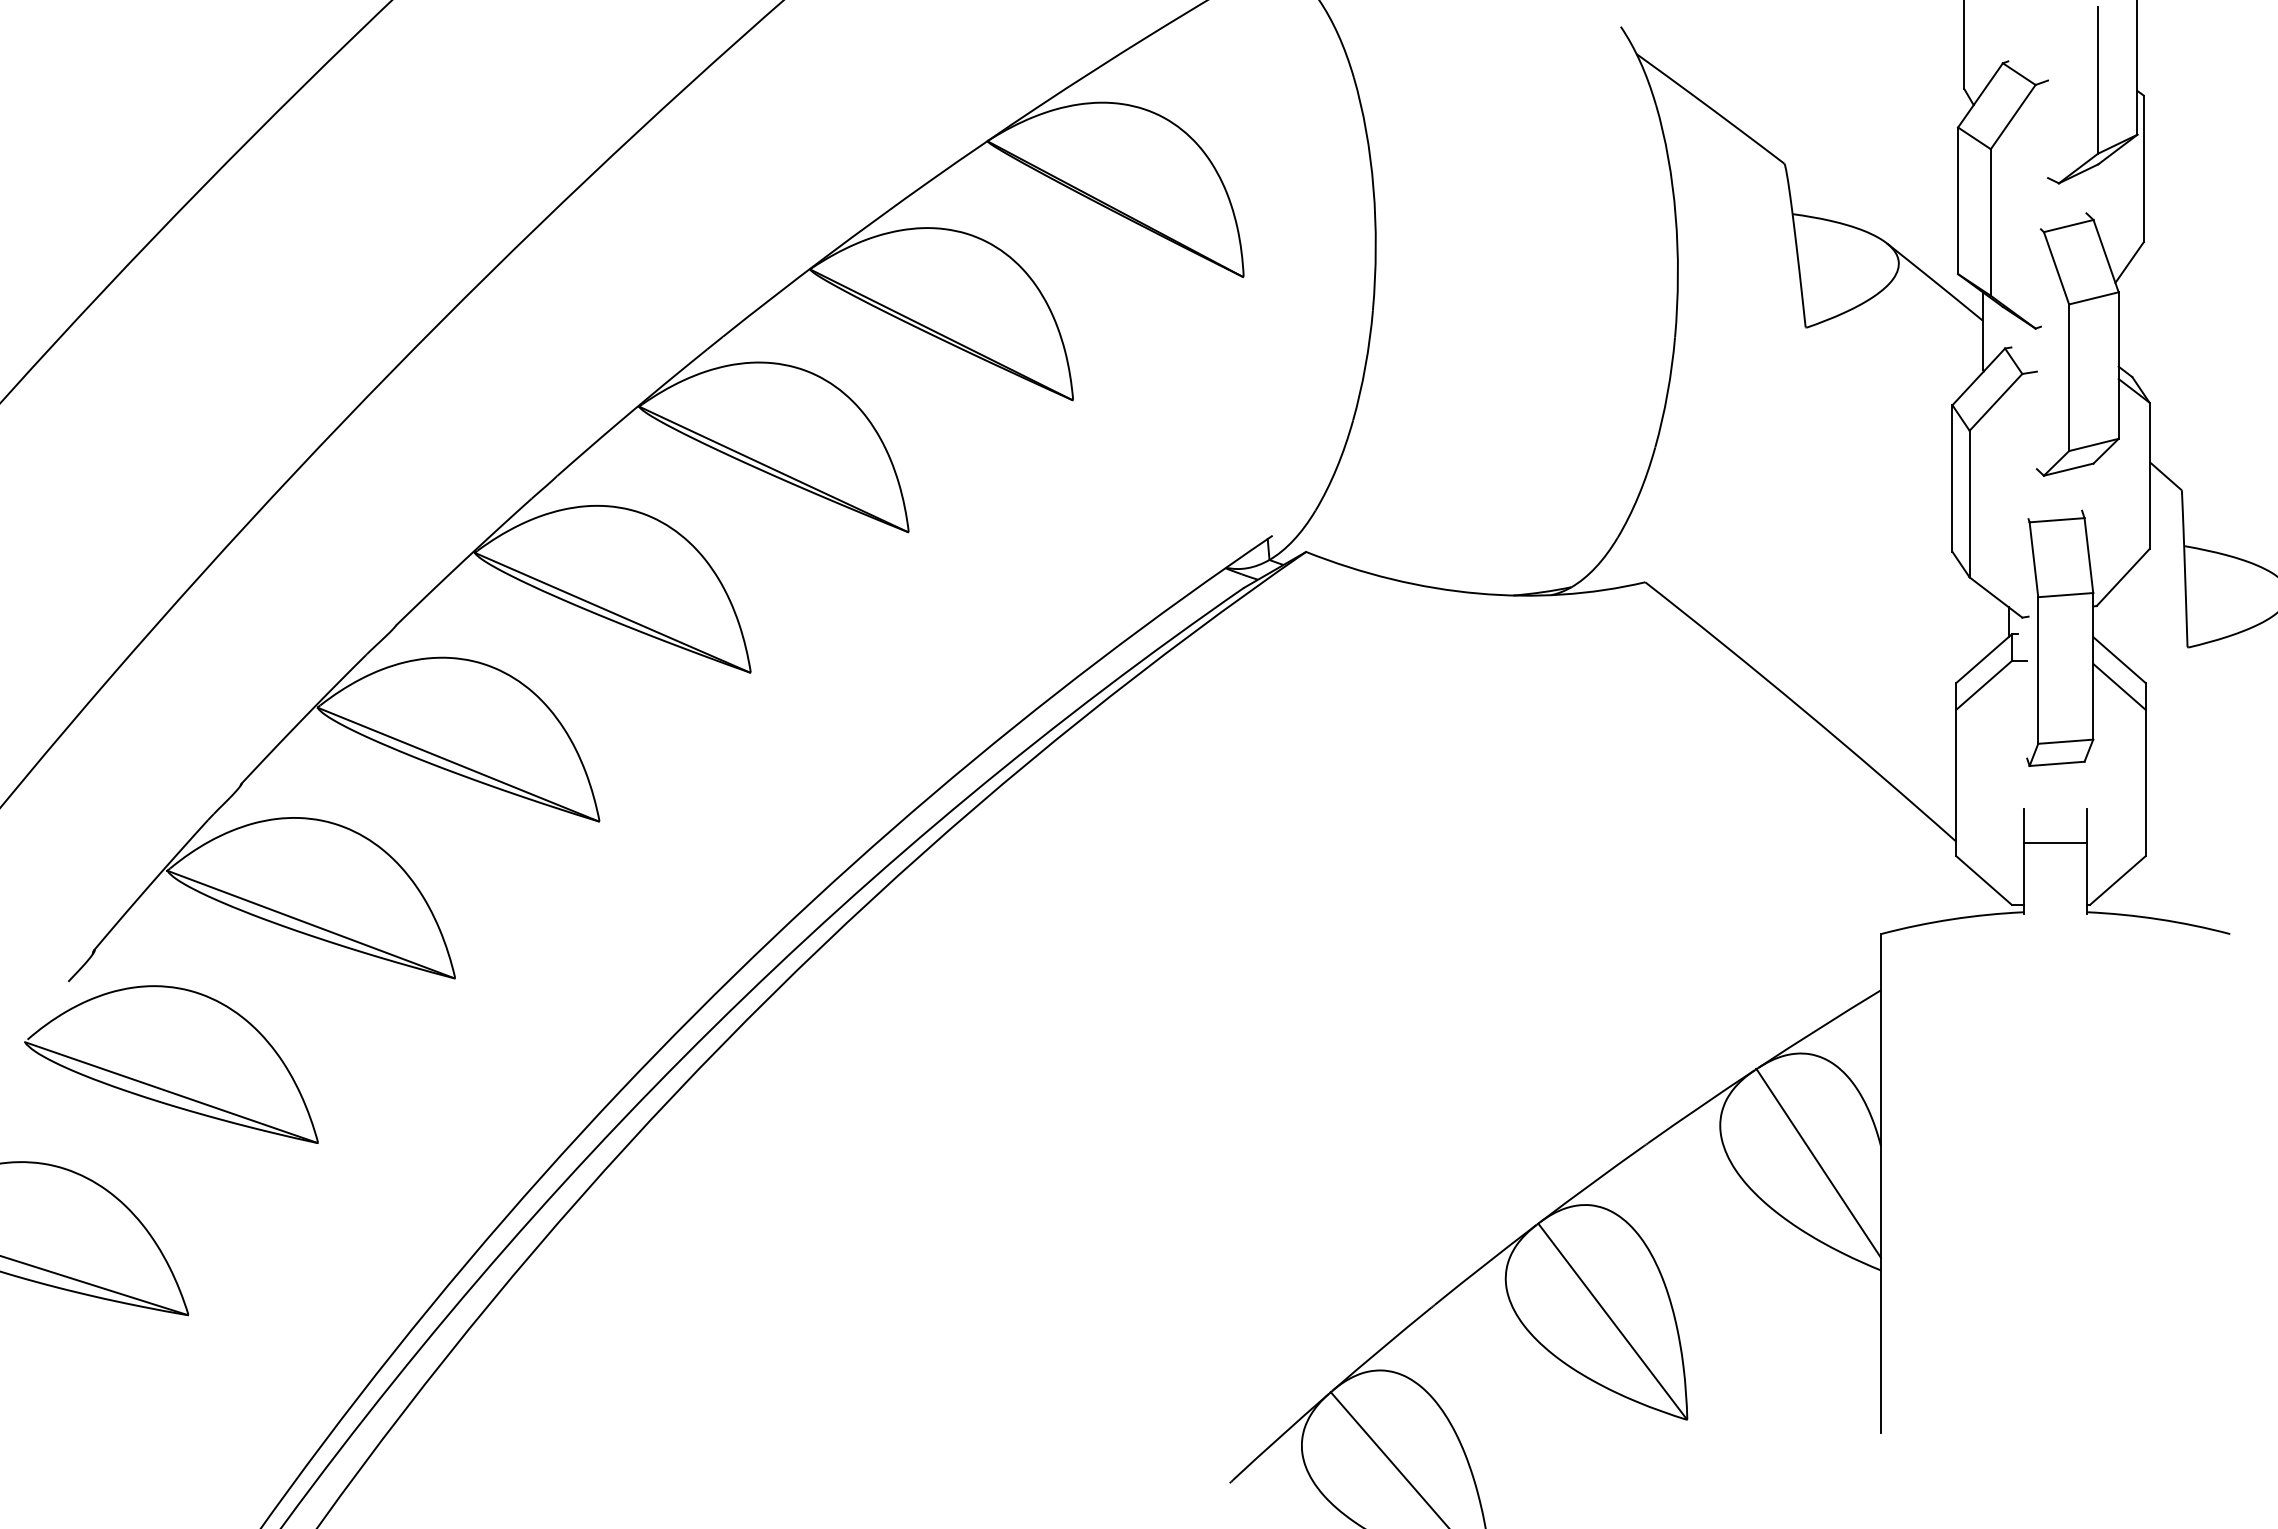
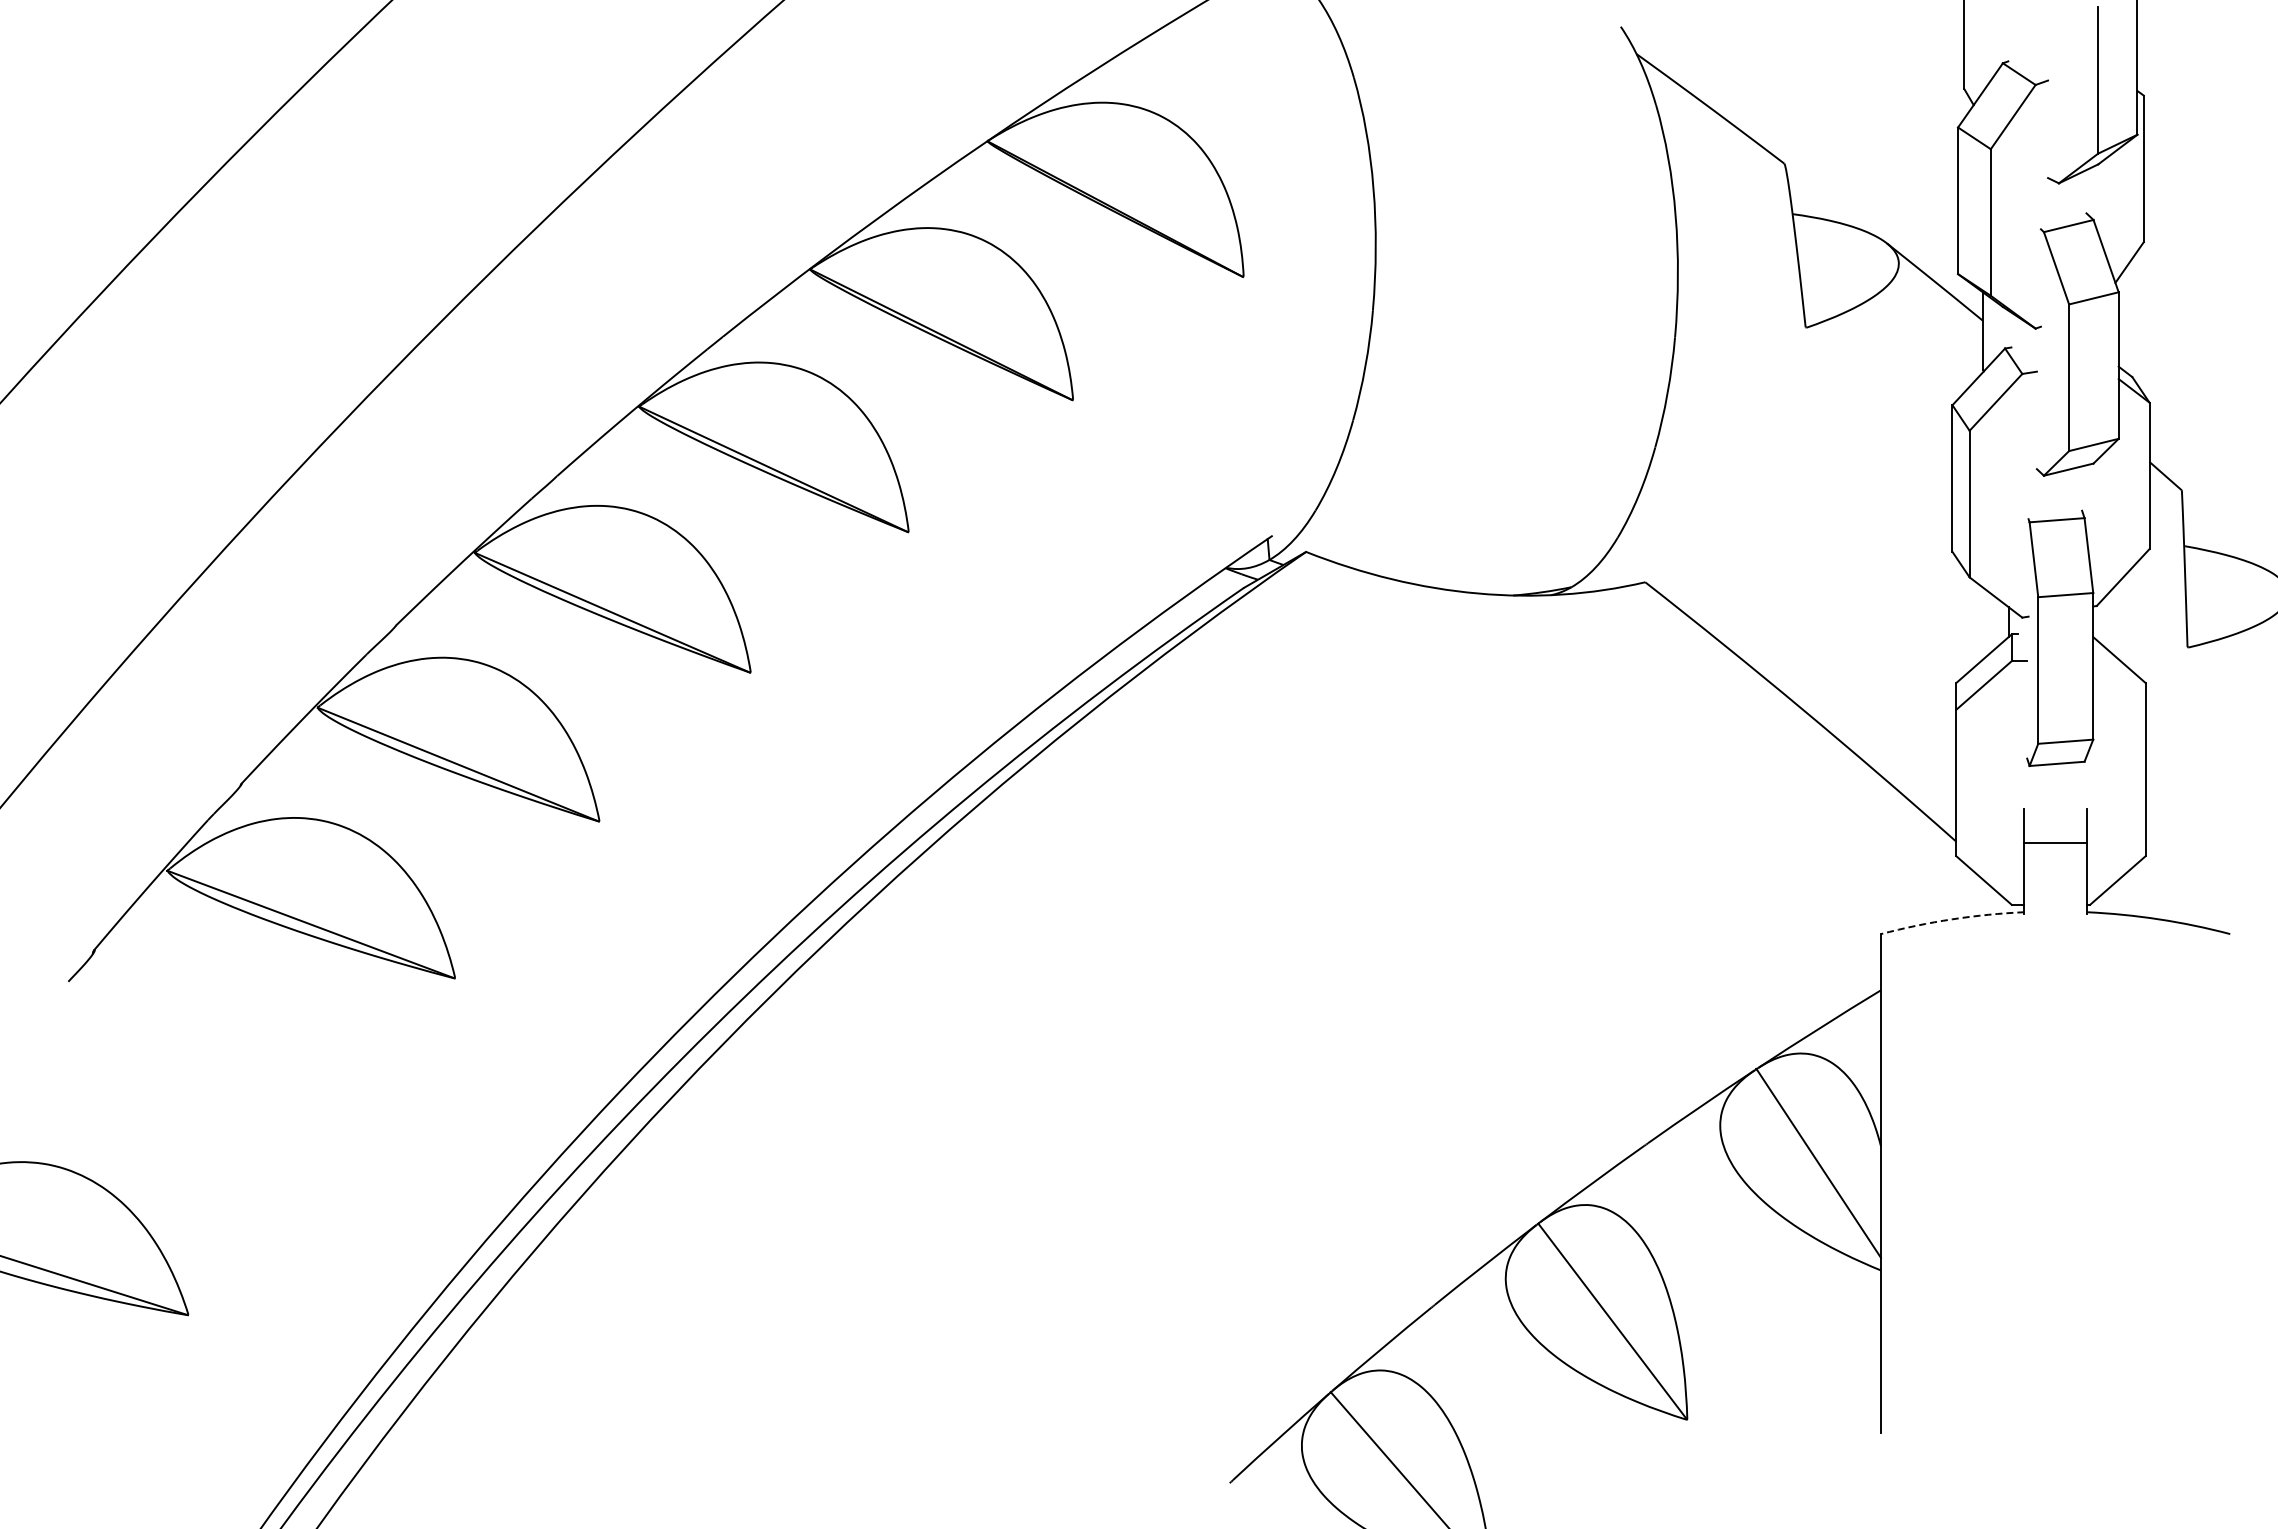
line at (2119, 686): present -> none
arc at (1952, 919): solid -> dashed
part at (163, 1088): present -> none
